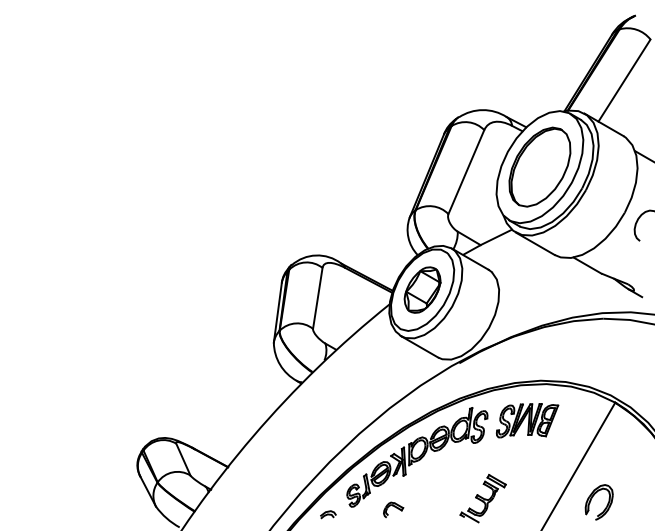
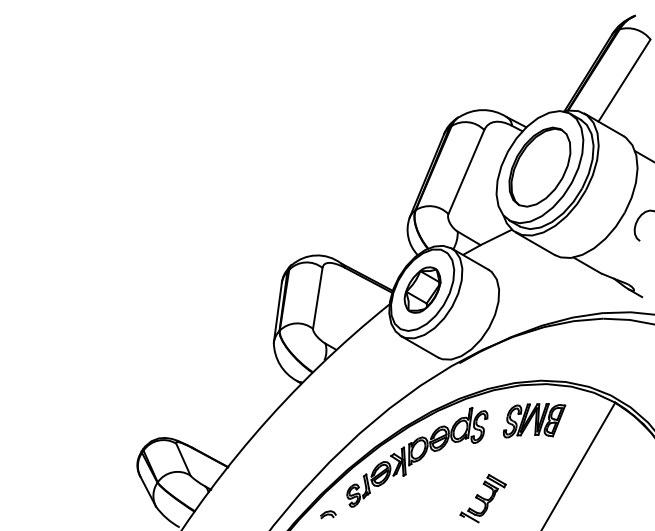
part at (527, 420) position: (527, 420) -> (534, 420)
part at (592, 498): present -> none
part at (393, 509): present -> none
